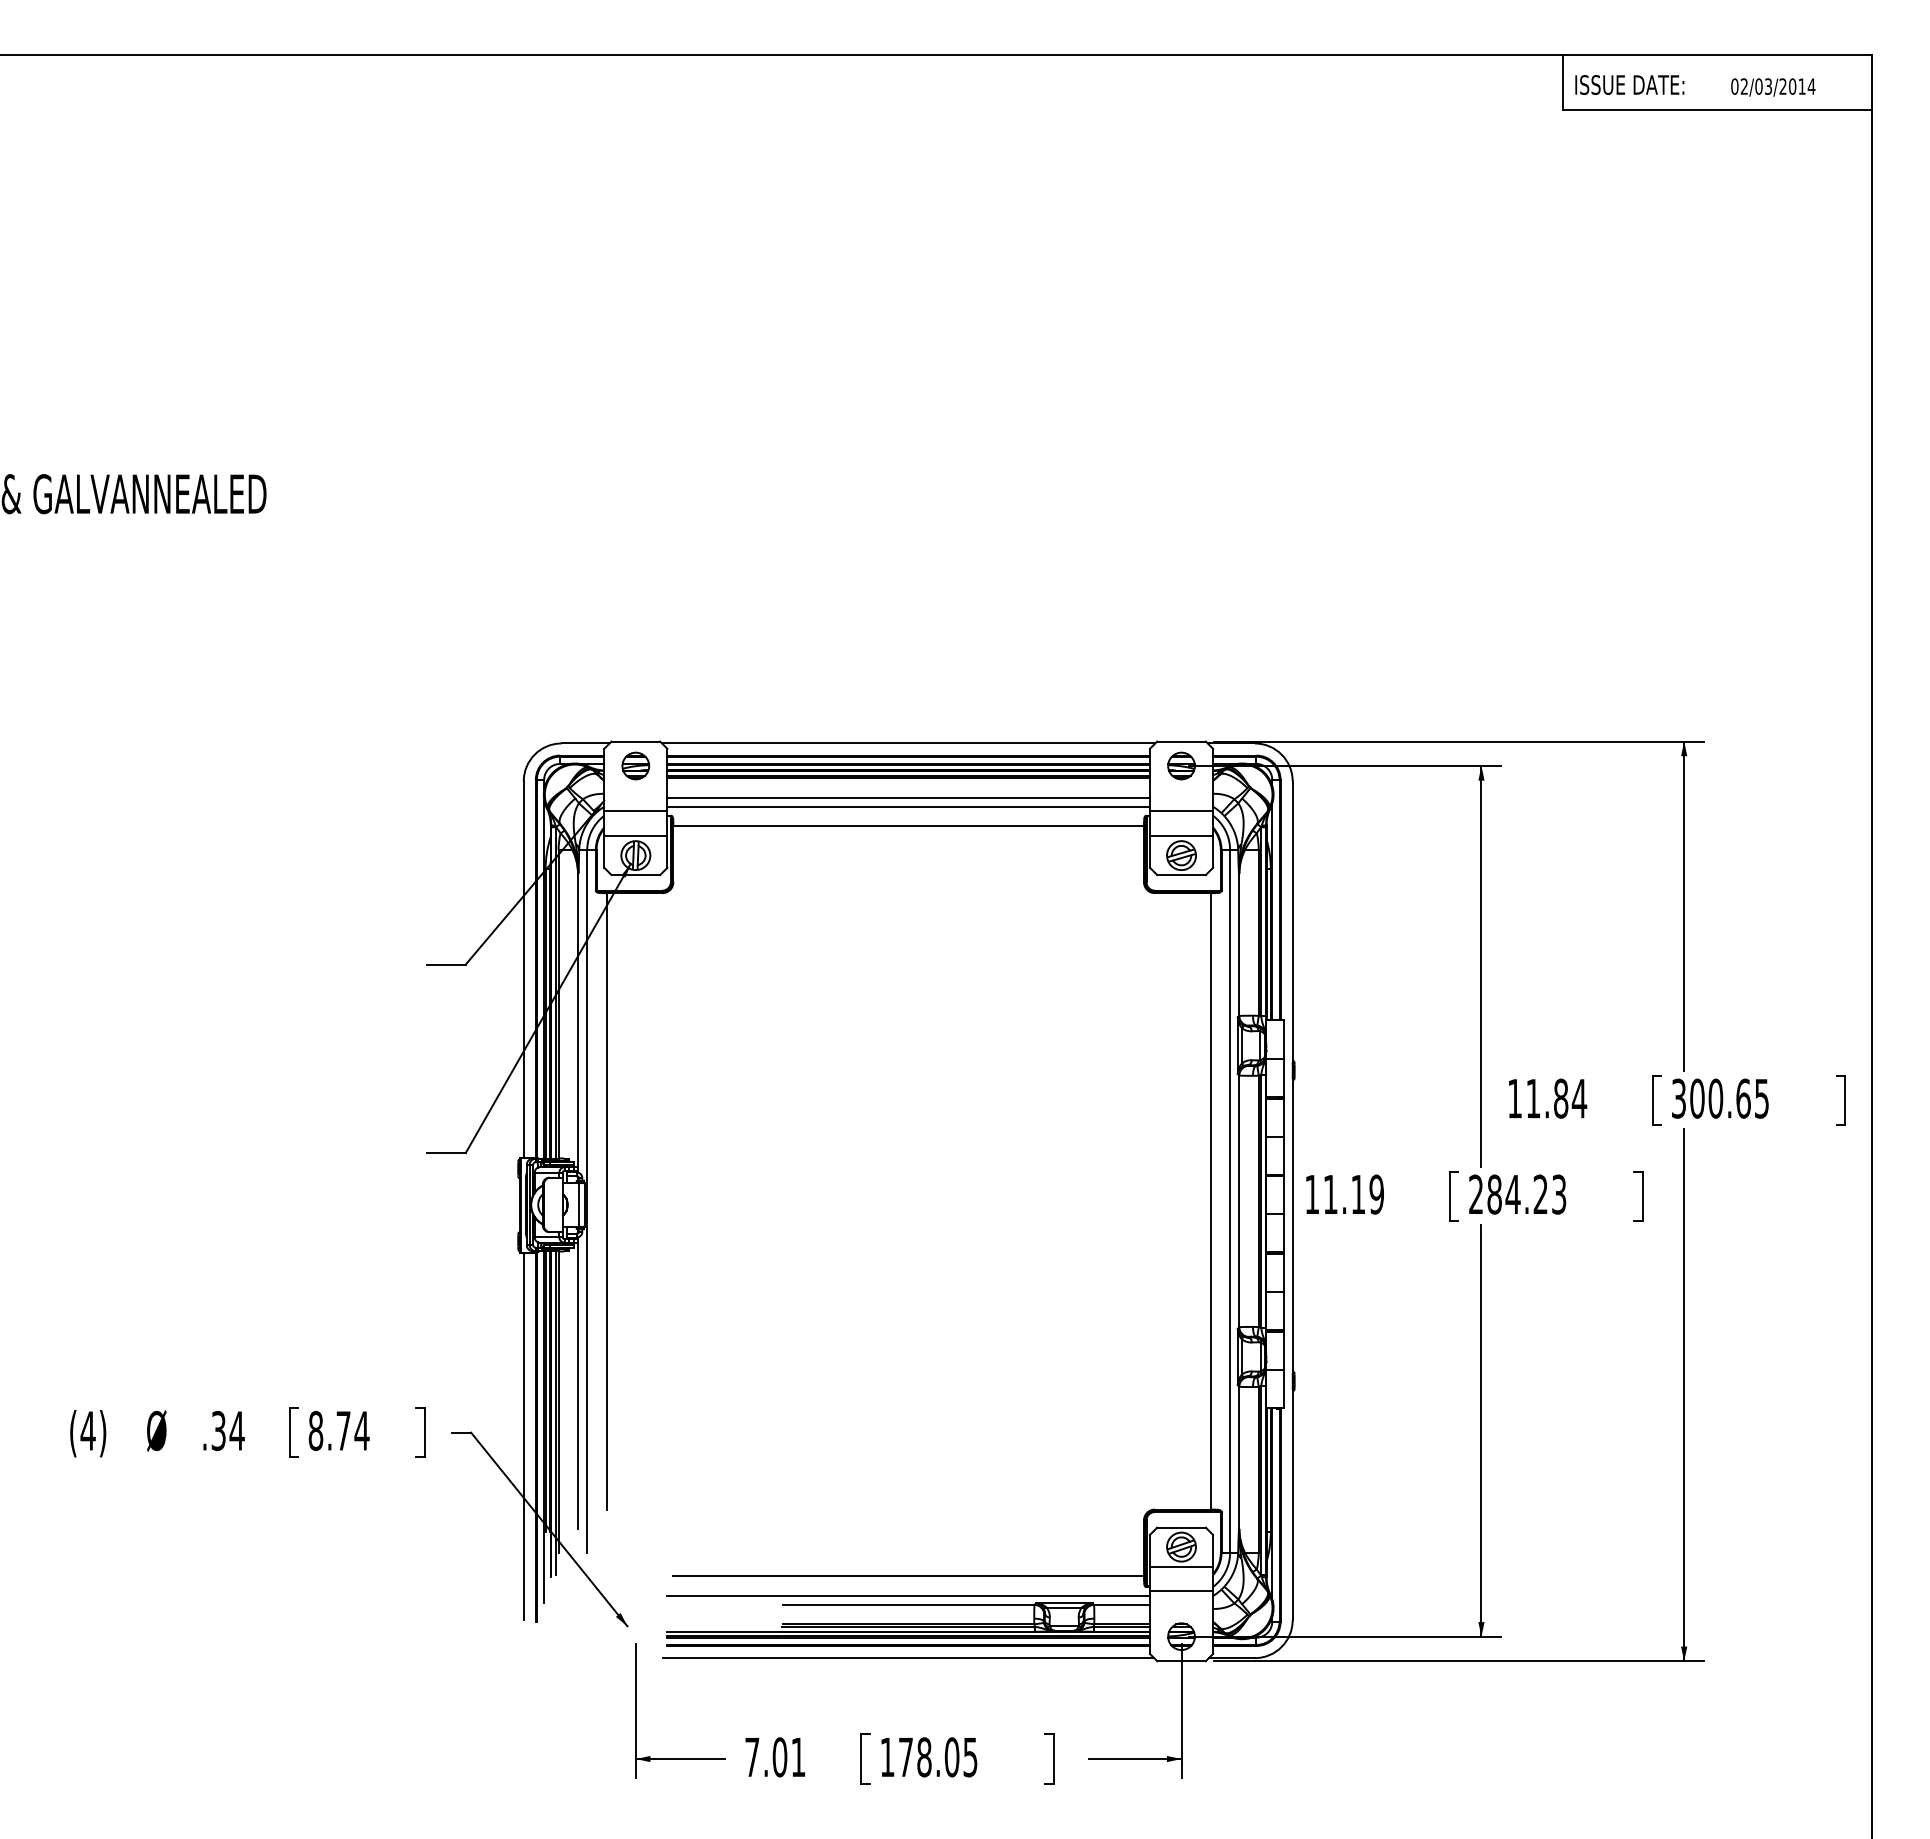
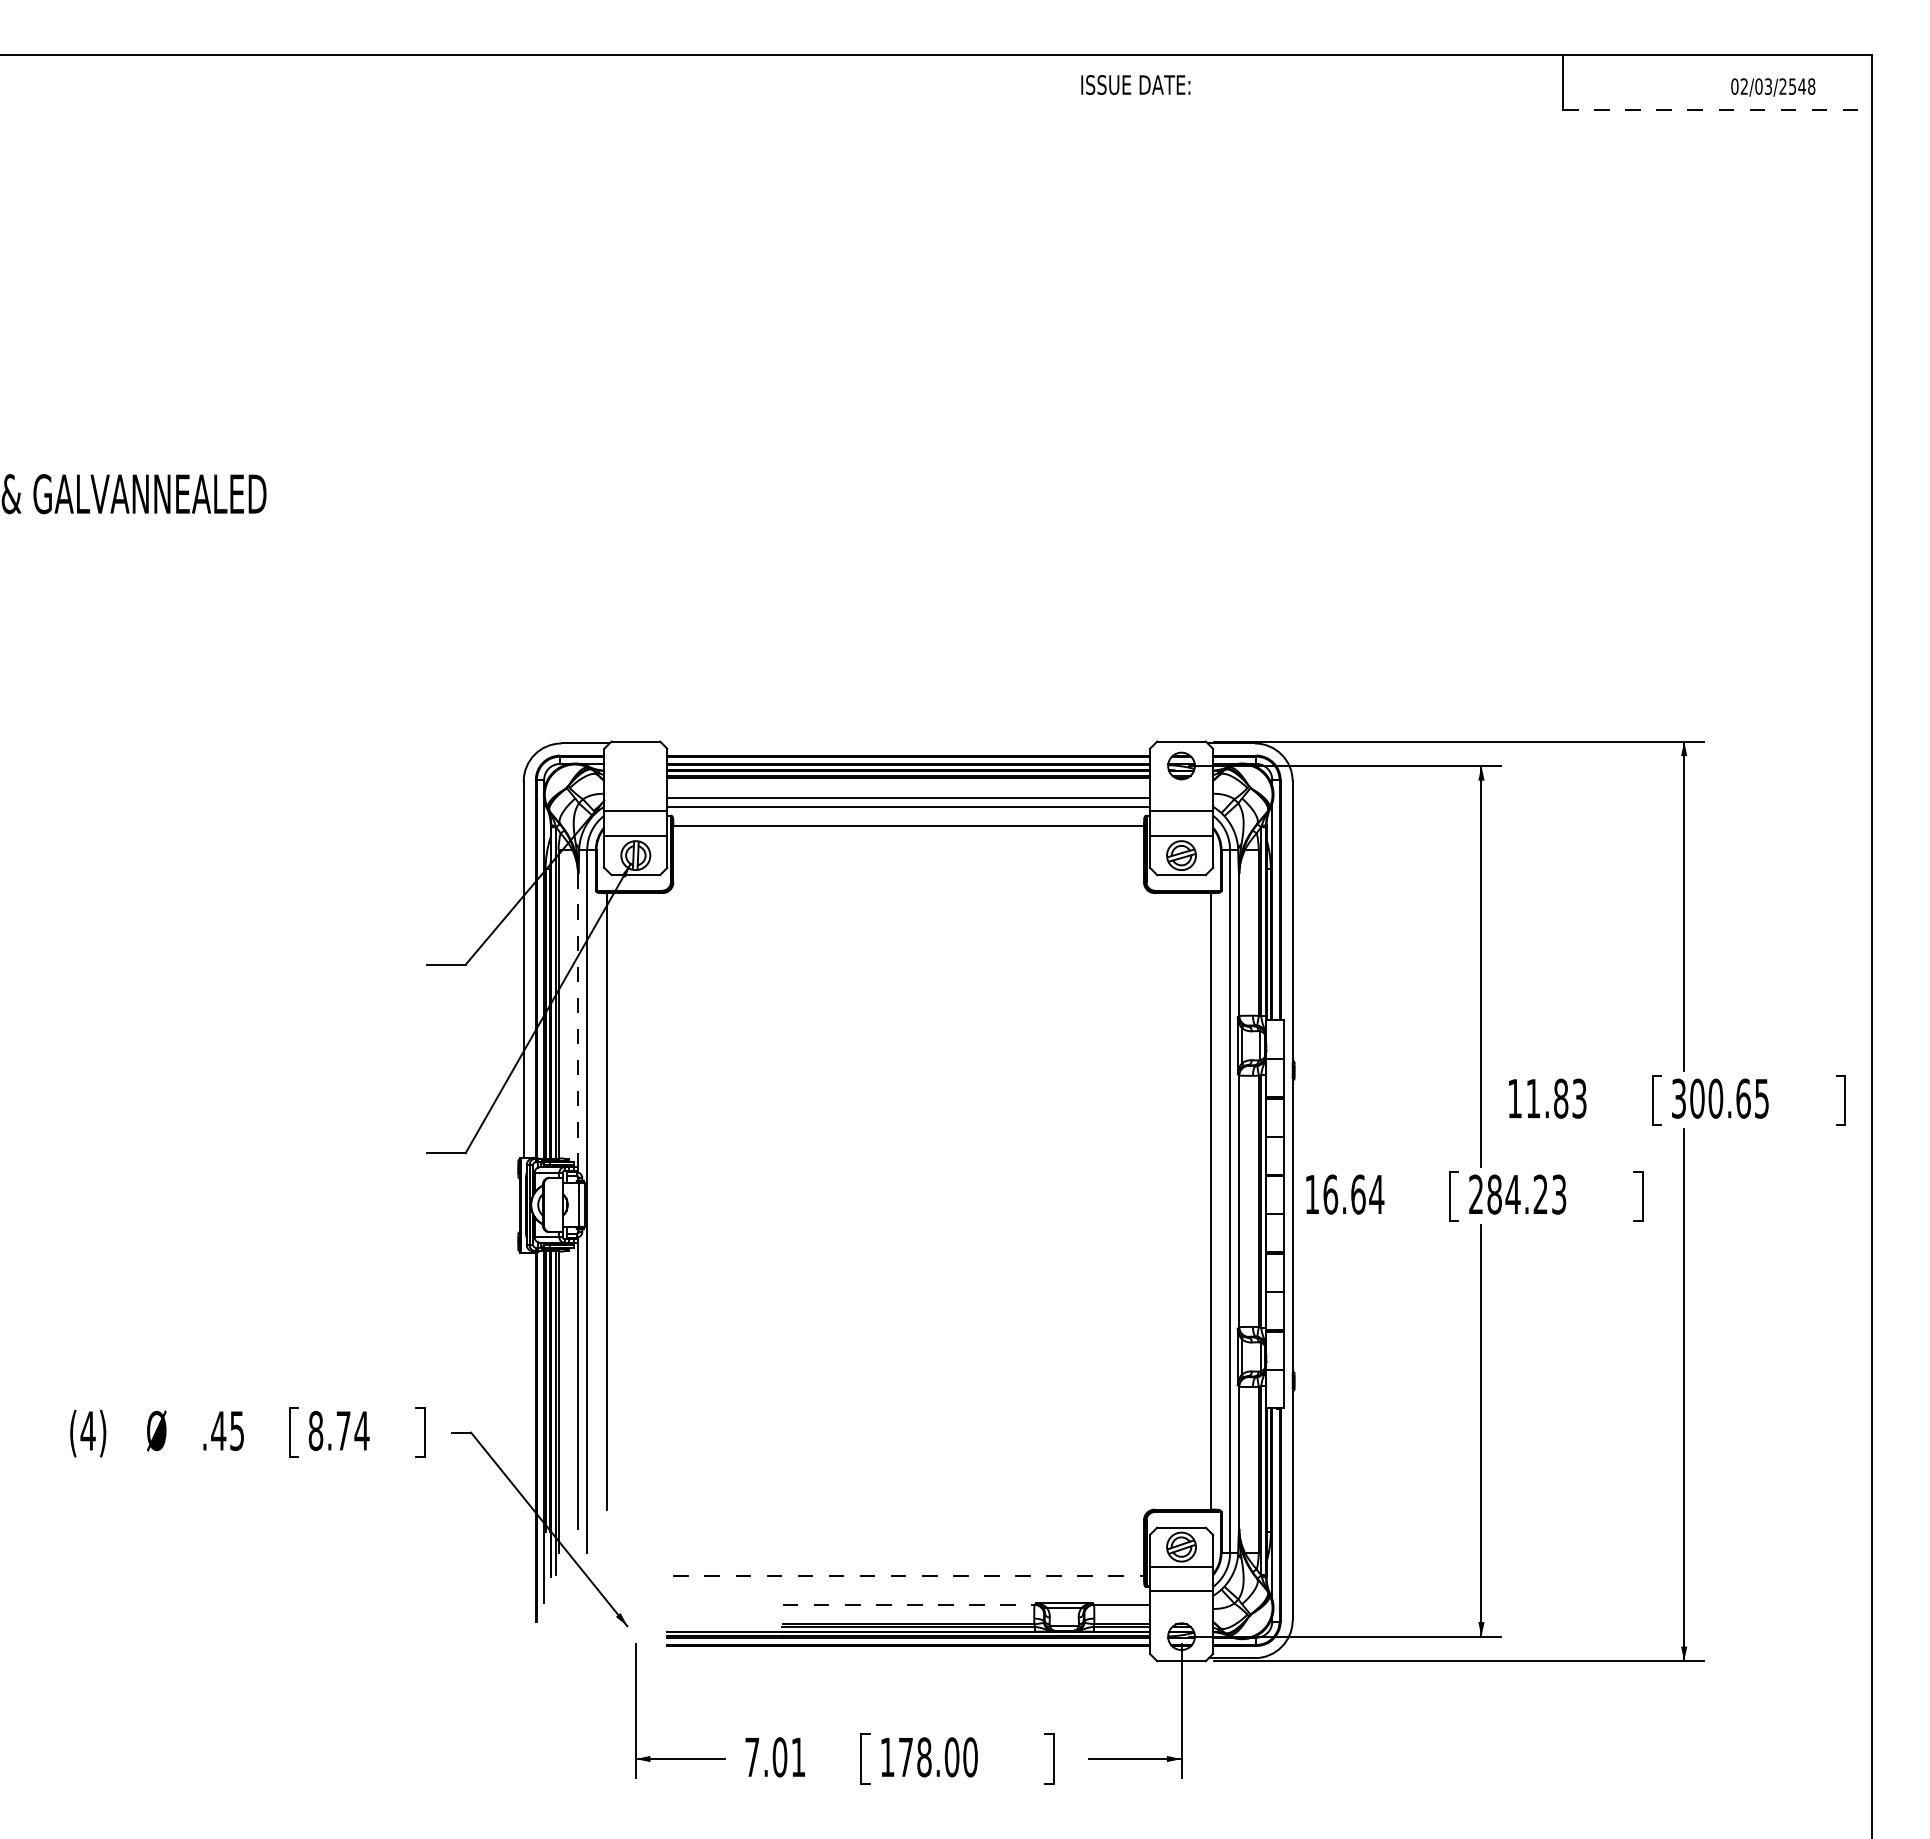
text at (1629, 84) position: (1629, 84) -> (1135, 84)
text at (1801, 86): 02/03/2014 -> 02/03/2548
line at (1718, 110): solid -> dashed
line at (908, 743): present -> none
part at (635, 765): present -> none
line at (578, 1020): solid -> dashed
text at (1579, 1098): 11.84 -> 11.83
text at (1353, 1194): 11.19 -> 16.64
text at (227, 1430): .34 -> .45
line at (523, 1436): present -> none
line at (909, 1576): solid -> dashed
line at (908, 1595): present -> none
line at (908, 1604): solid -> dashed
line at (908, 1658): present -> none
text at (970, 1757): 178.05 -> 178.00
